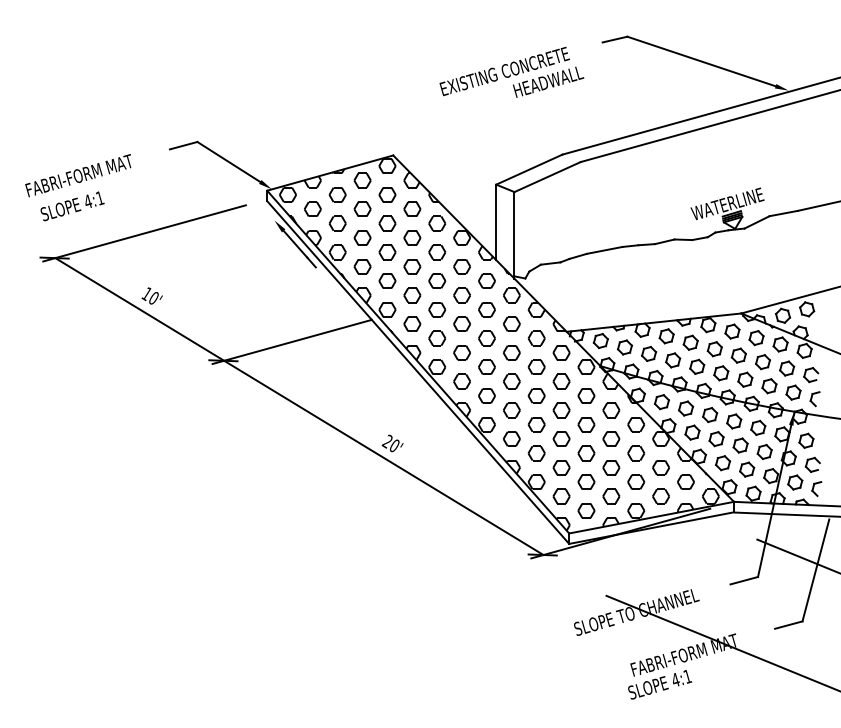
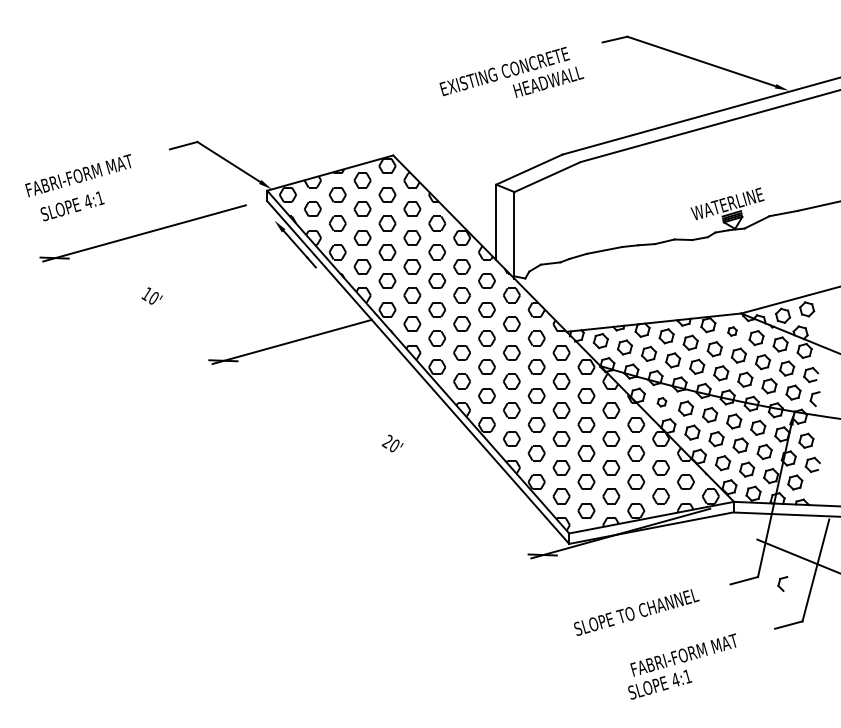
part at (732, 331) size: 17x17 px -> 11x11 px
part at (661, 402) size: 16x17 px -> 12x11 px
line at (299, 406): present -> none
part at (816, 488) position: (816, 488) -> (782, 583)
line at (721, 642): present -> none
